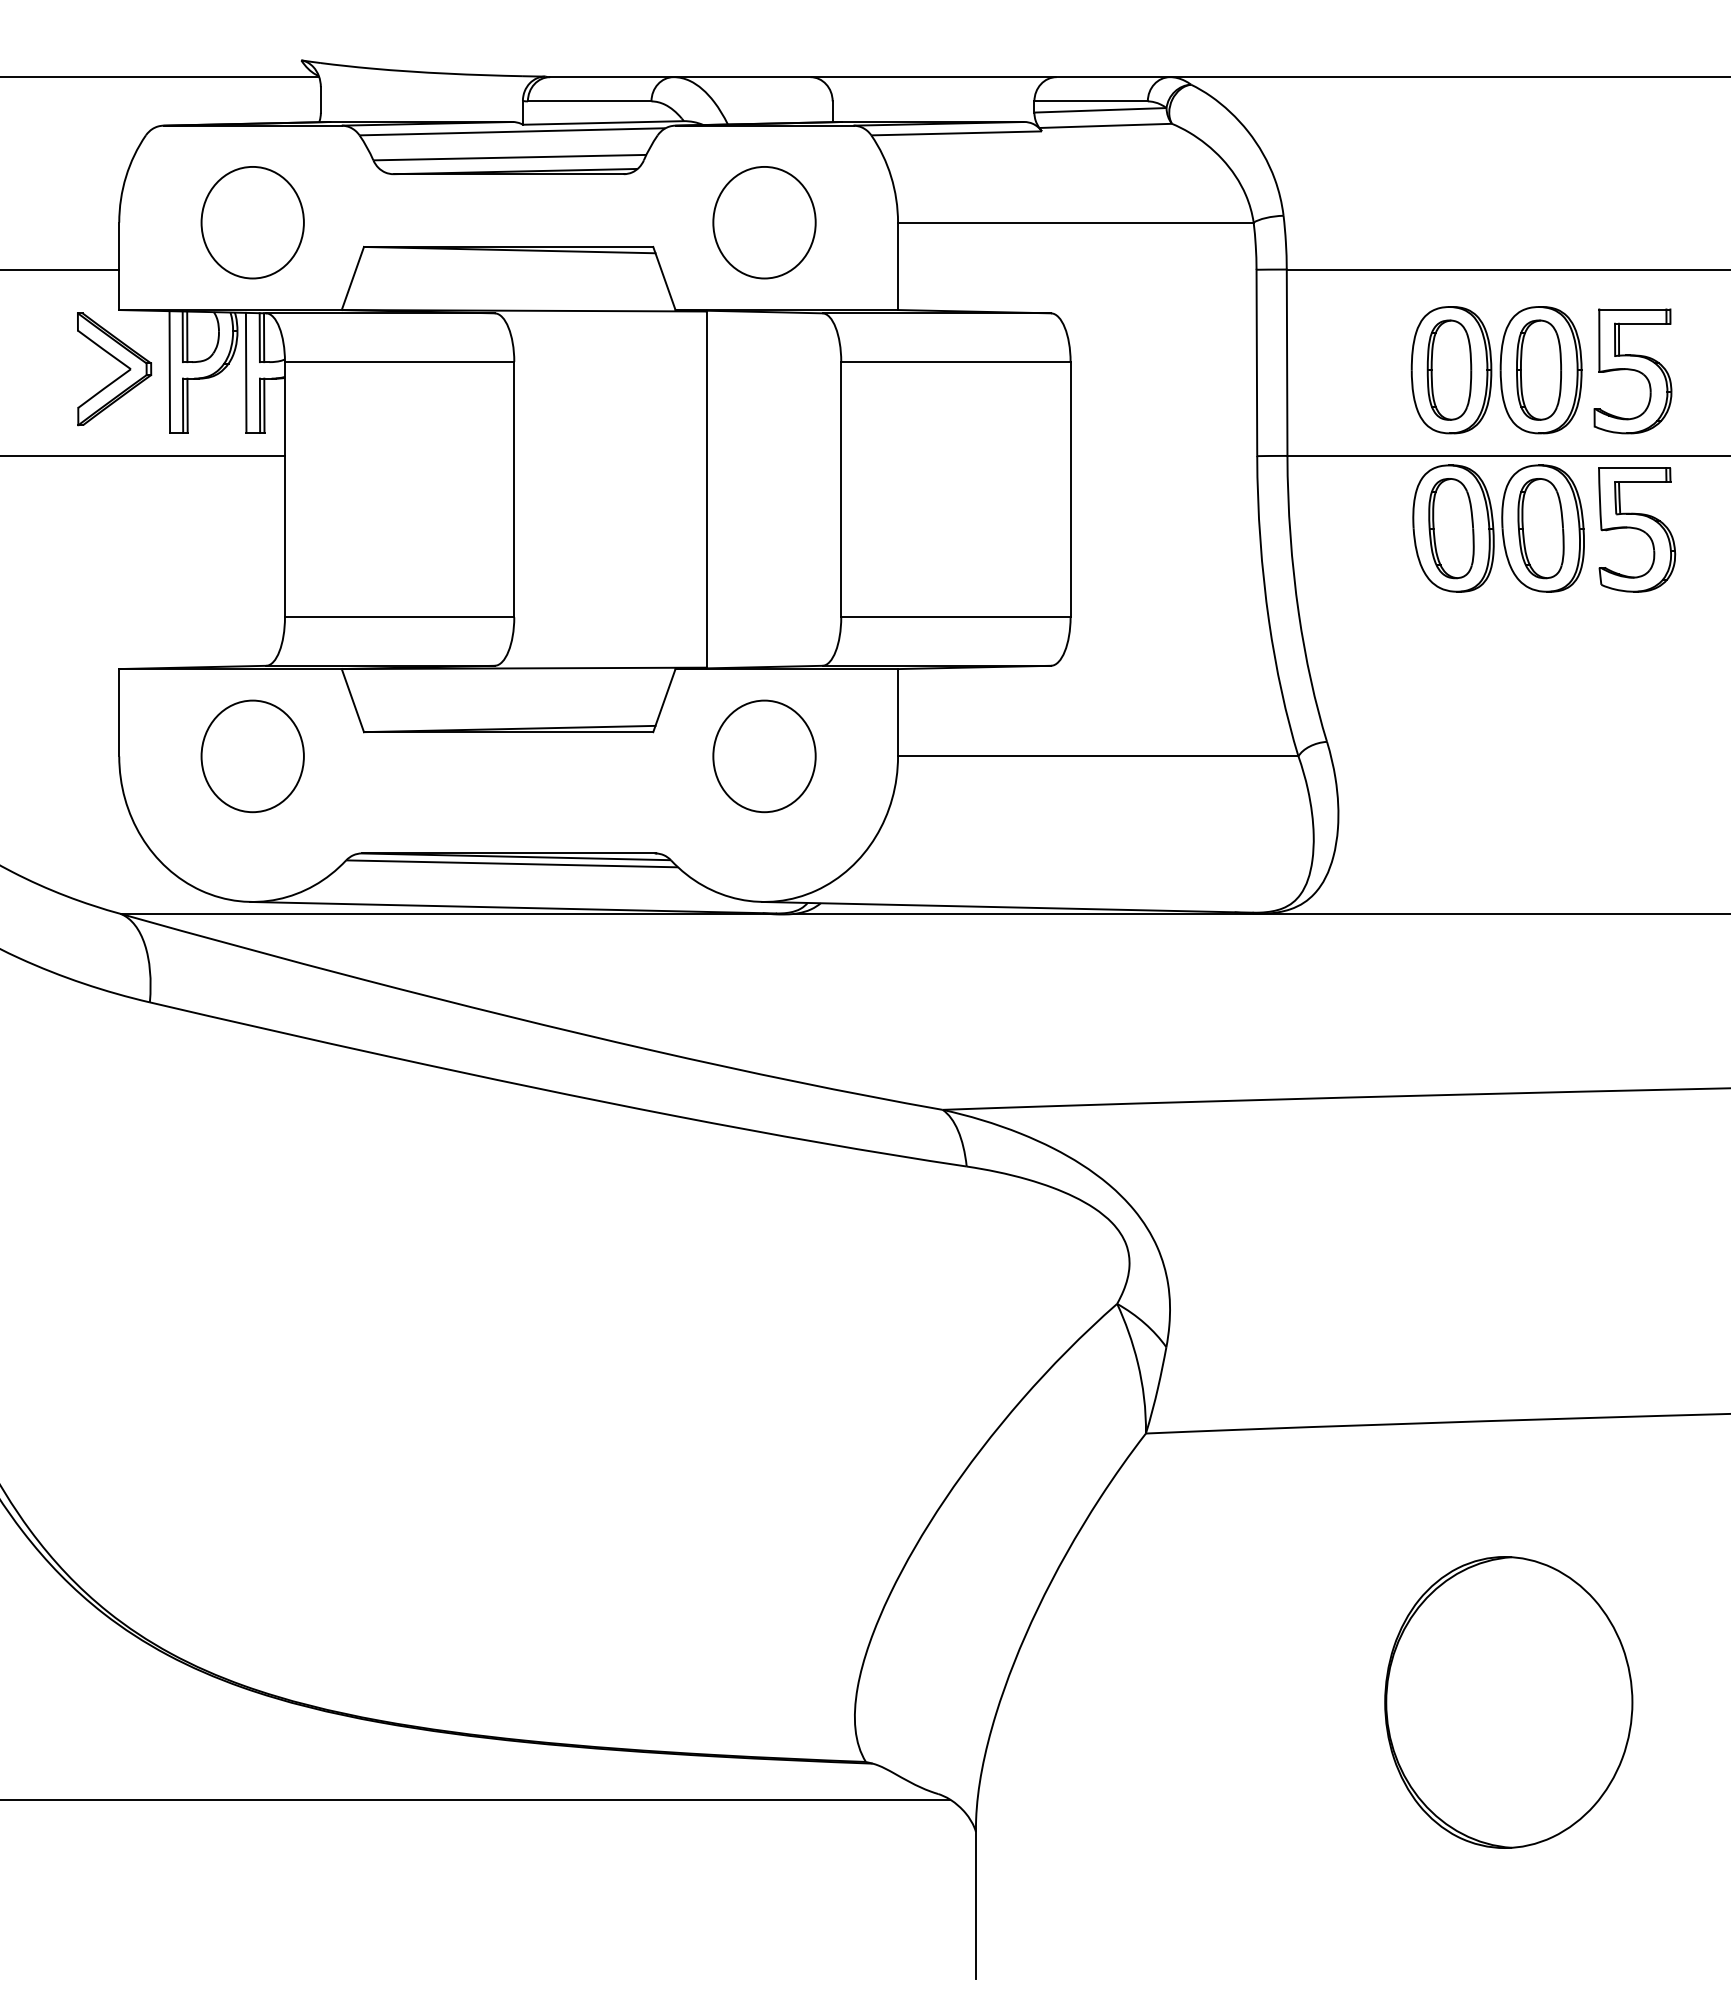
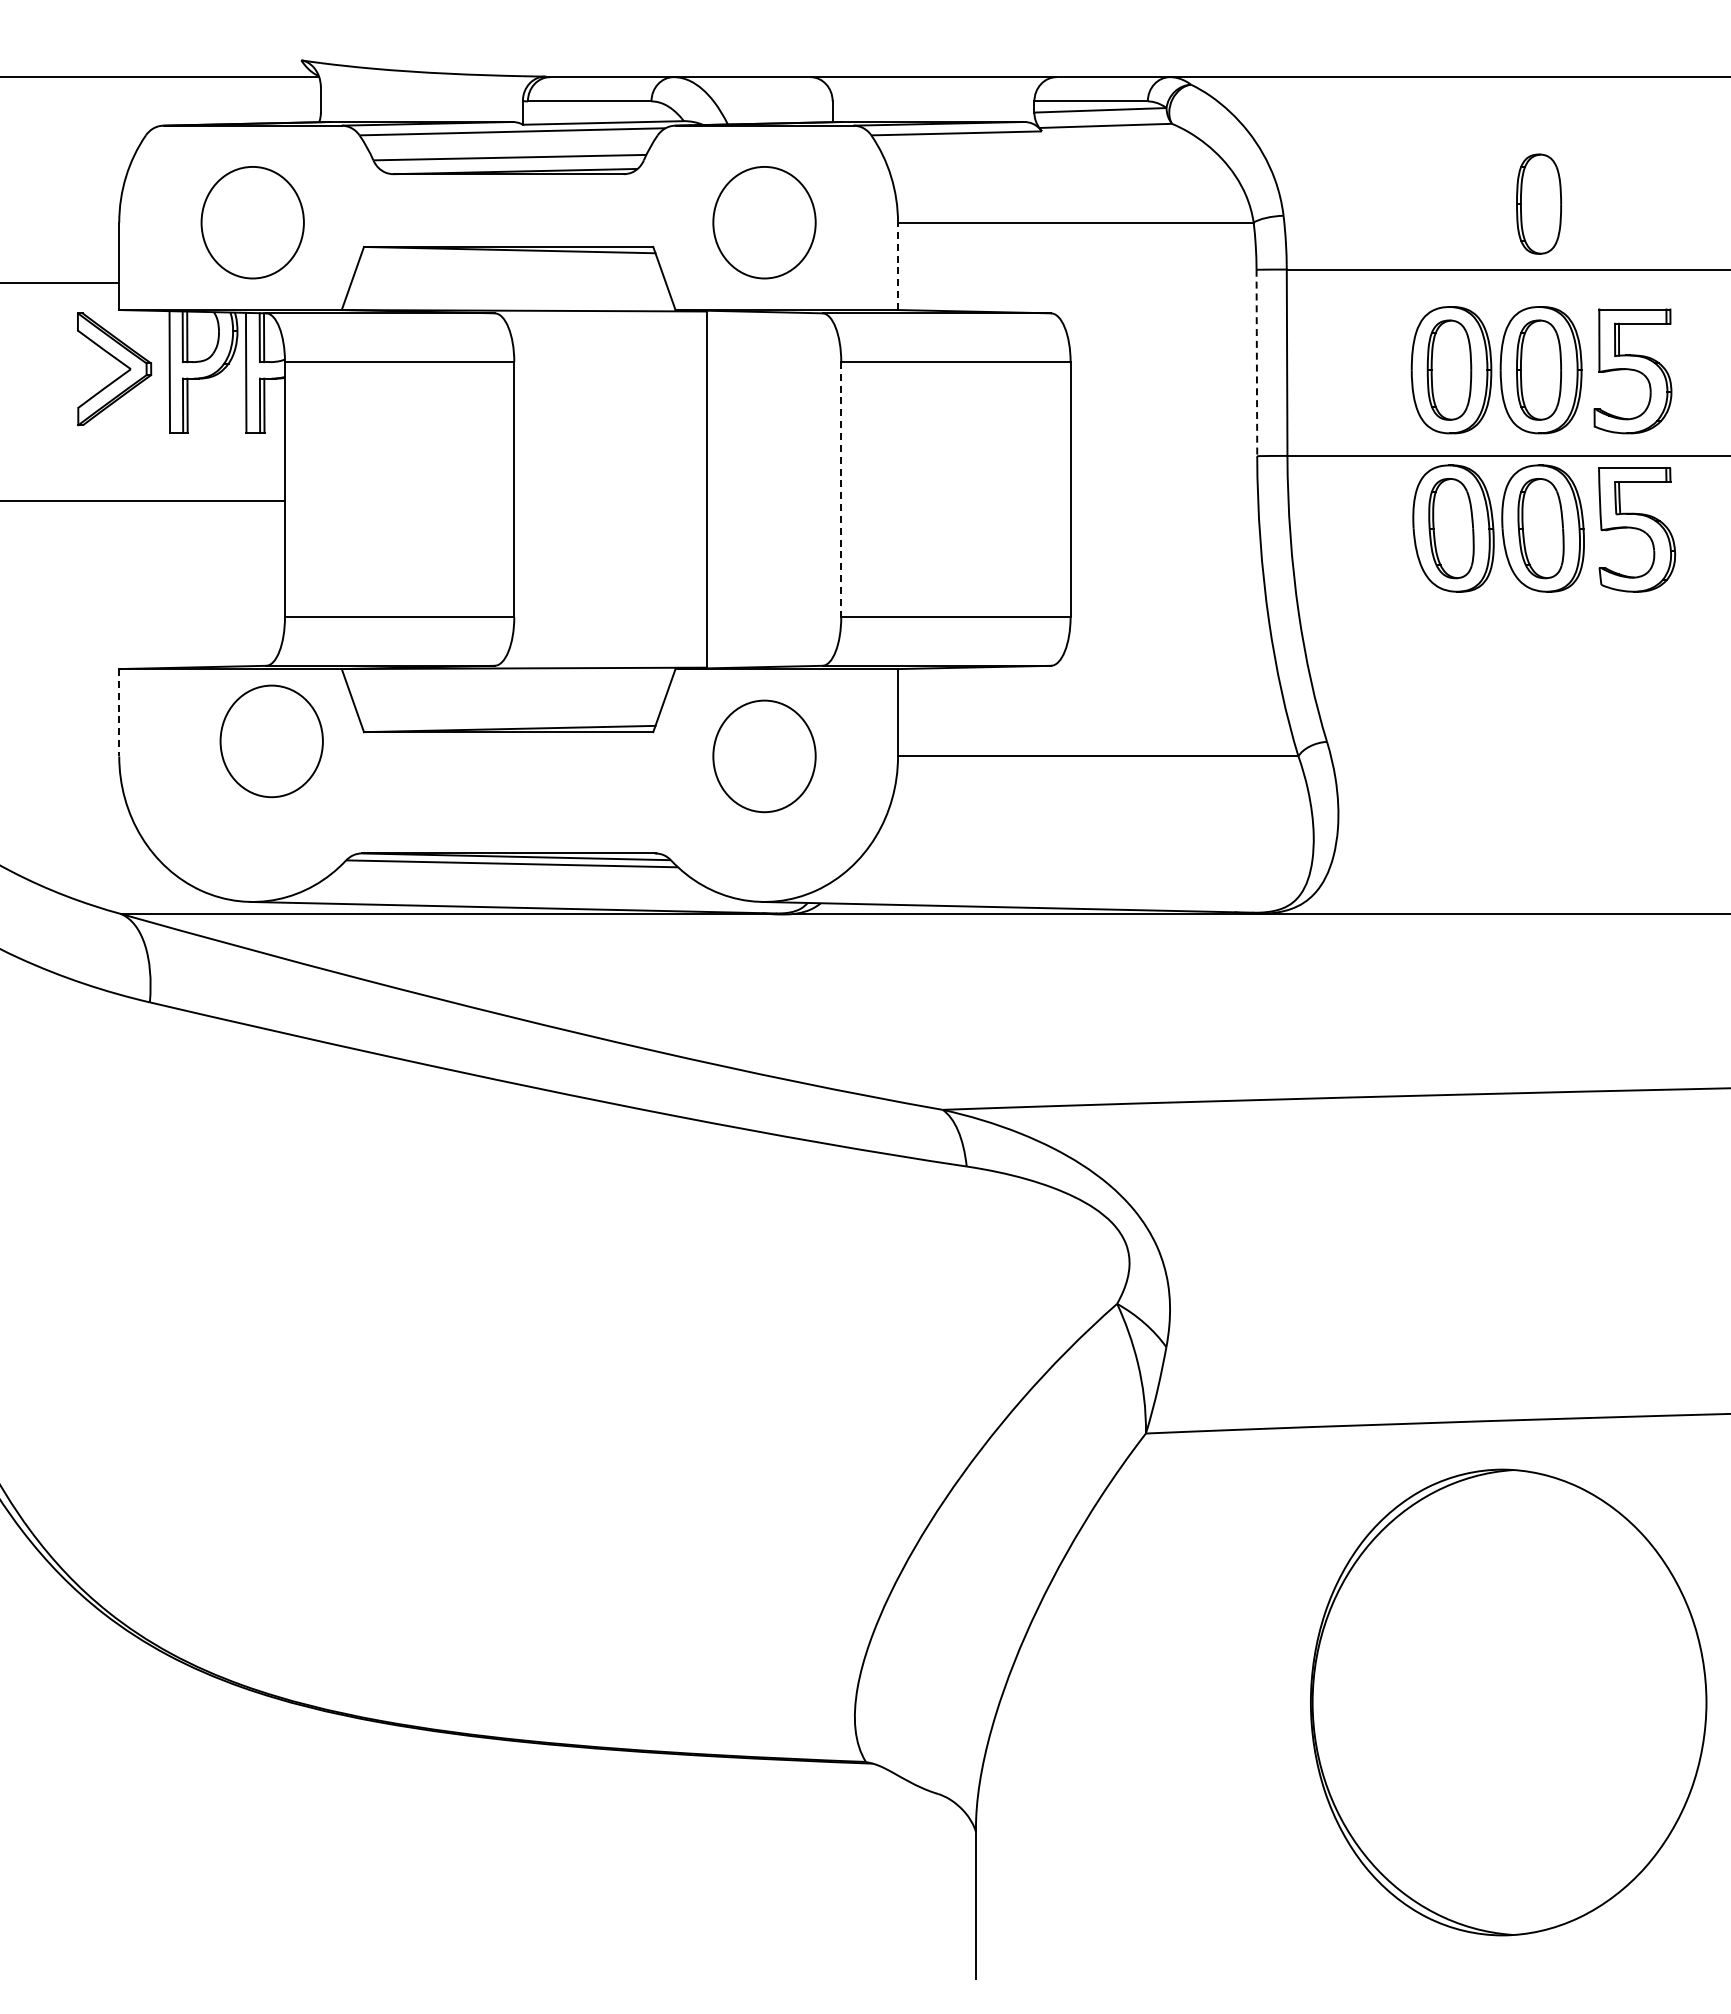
part at (1539, 203): none -> present
line at (898, 266): solid -> dashed
line at (60, 269) position: (60, 269) -> (60, 282)
line at (1256, 363): solid -> dashed
line at (143, 455) position: (143, 455) -> (143, 500)
line at (841, 489): solid -> dashed
line at (119, 712): solid -> dashed
part at (252, 756) position: (252, 756) -> (271, 741)
part at (1508, 1702) size: 250x293 px -> 398x469 px
line at (476, 1799): present -> none
